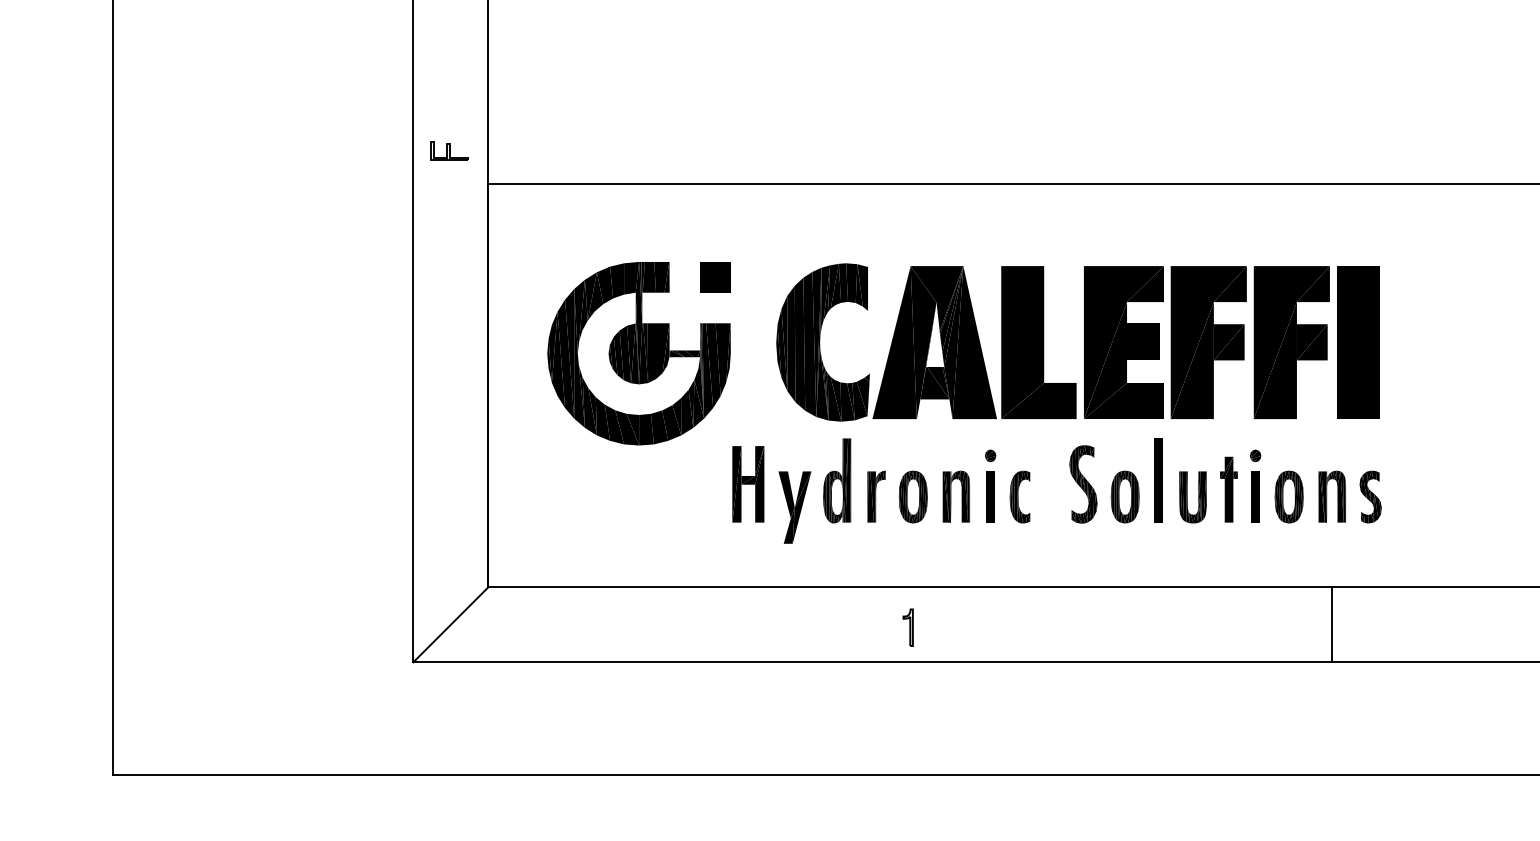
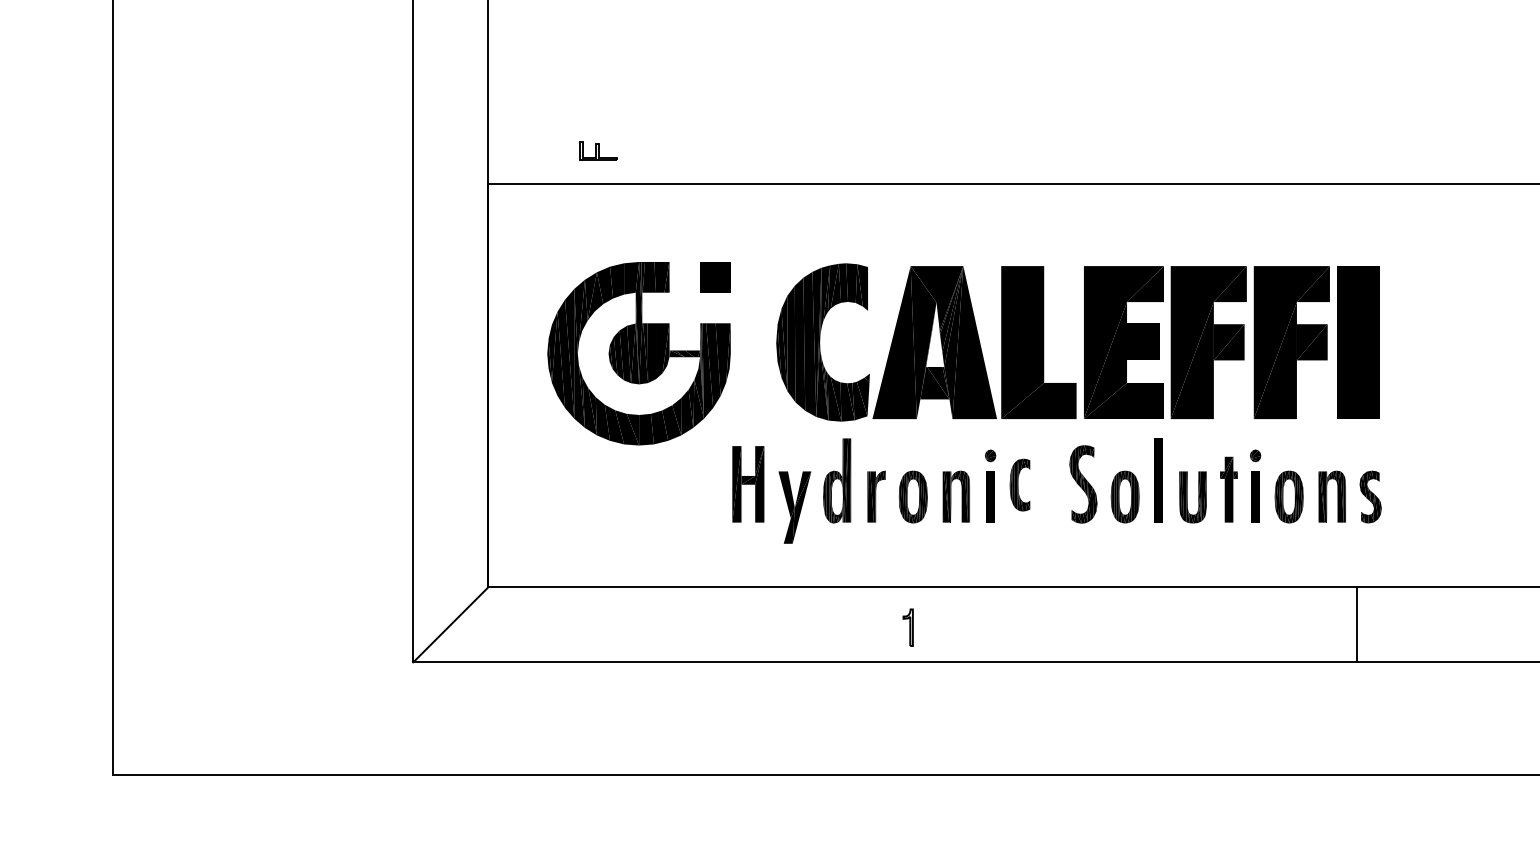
part at (449, 150) position: (449, 150) -> (598, 150)
part at (1019, 496) position: (1019, 496) -> (1019, 484)
line at (1332, 624) position: (1332, 624) -> (1357, 624)
